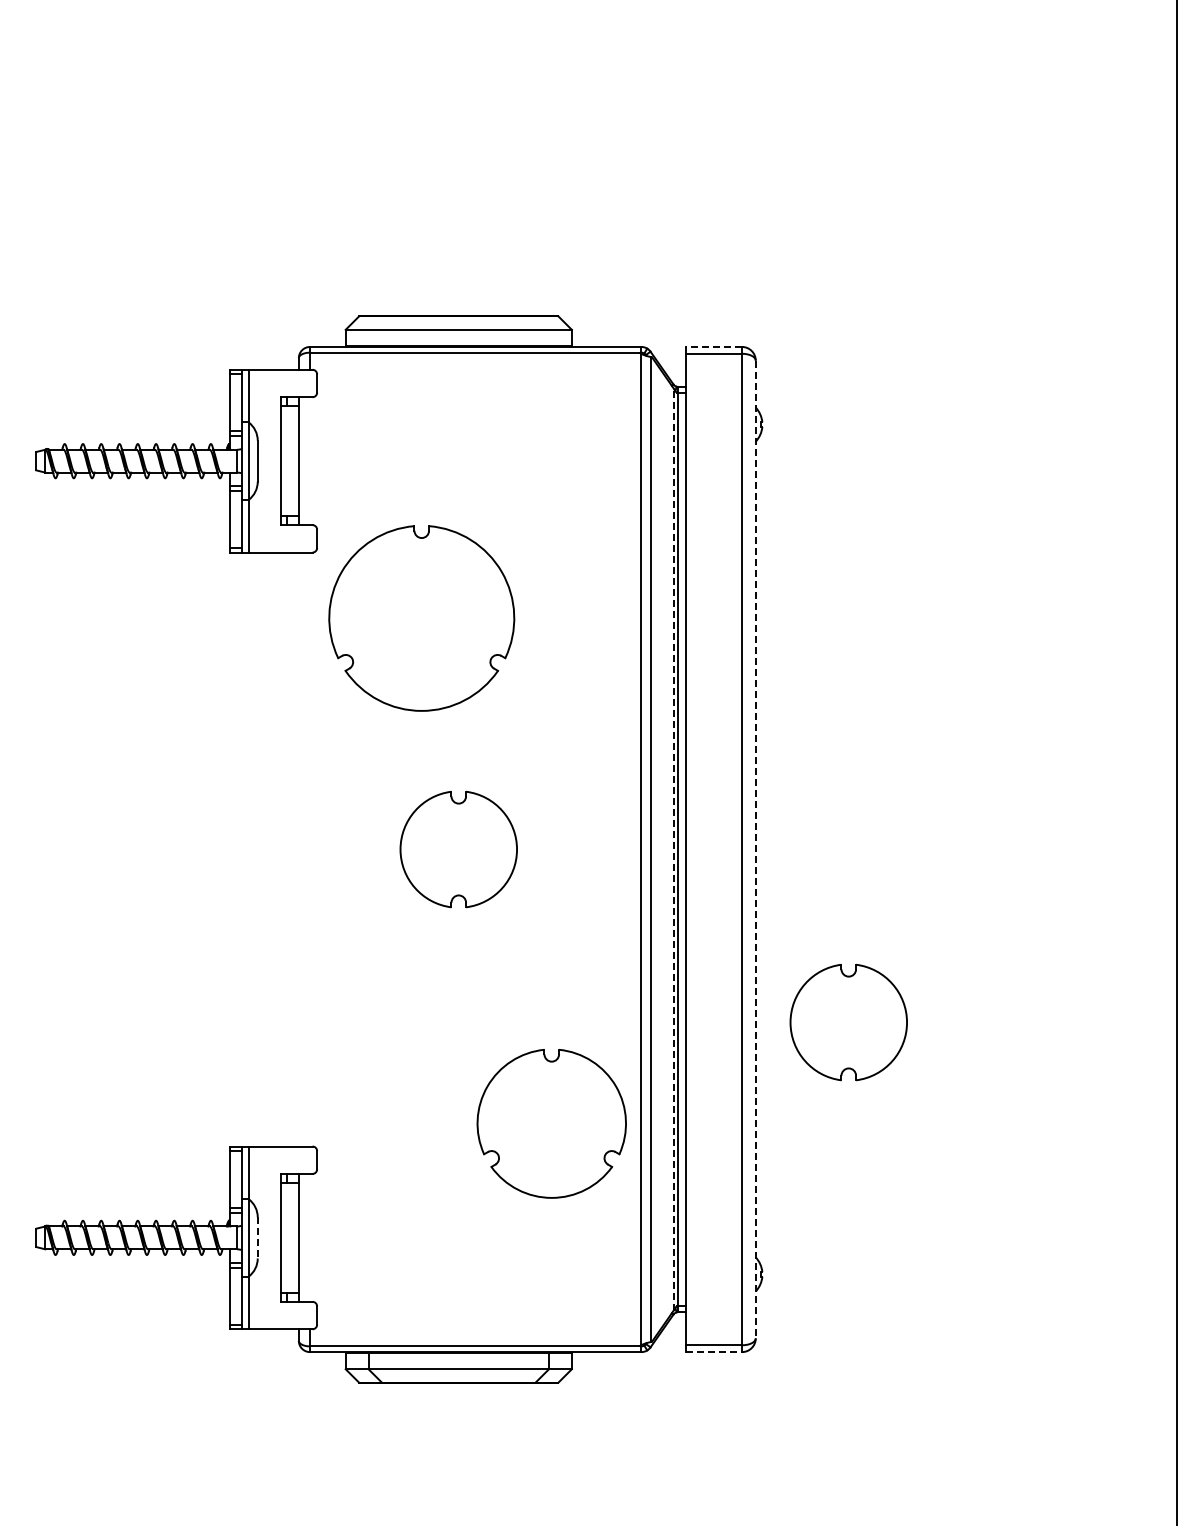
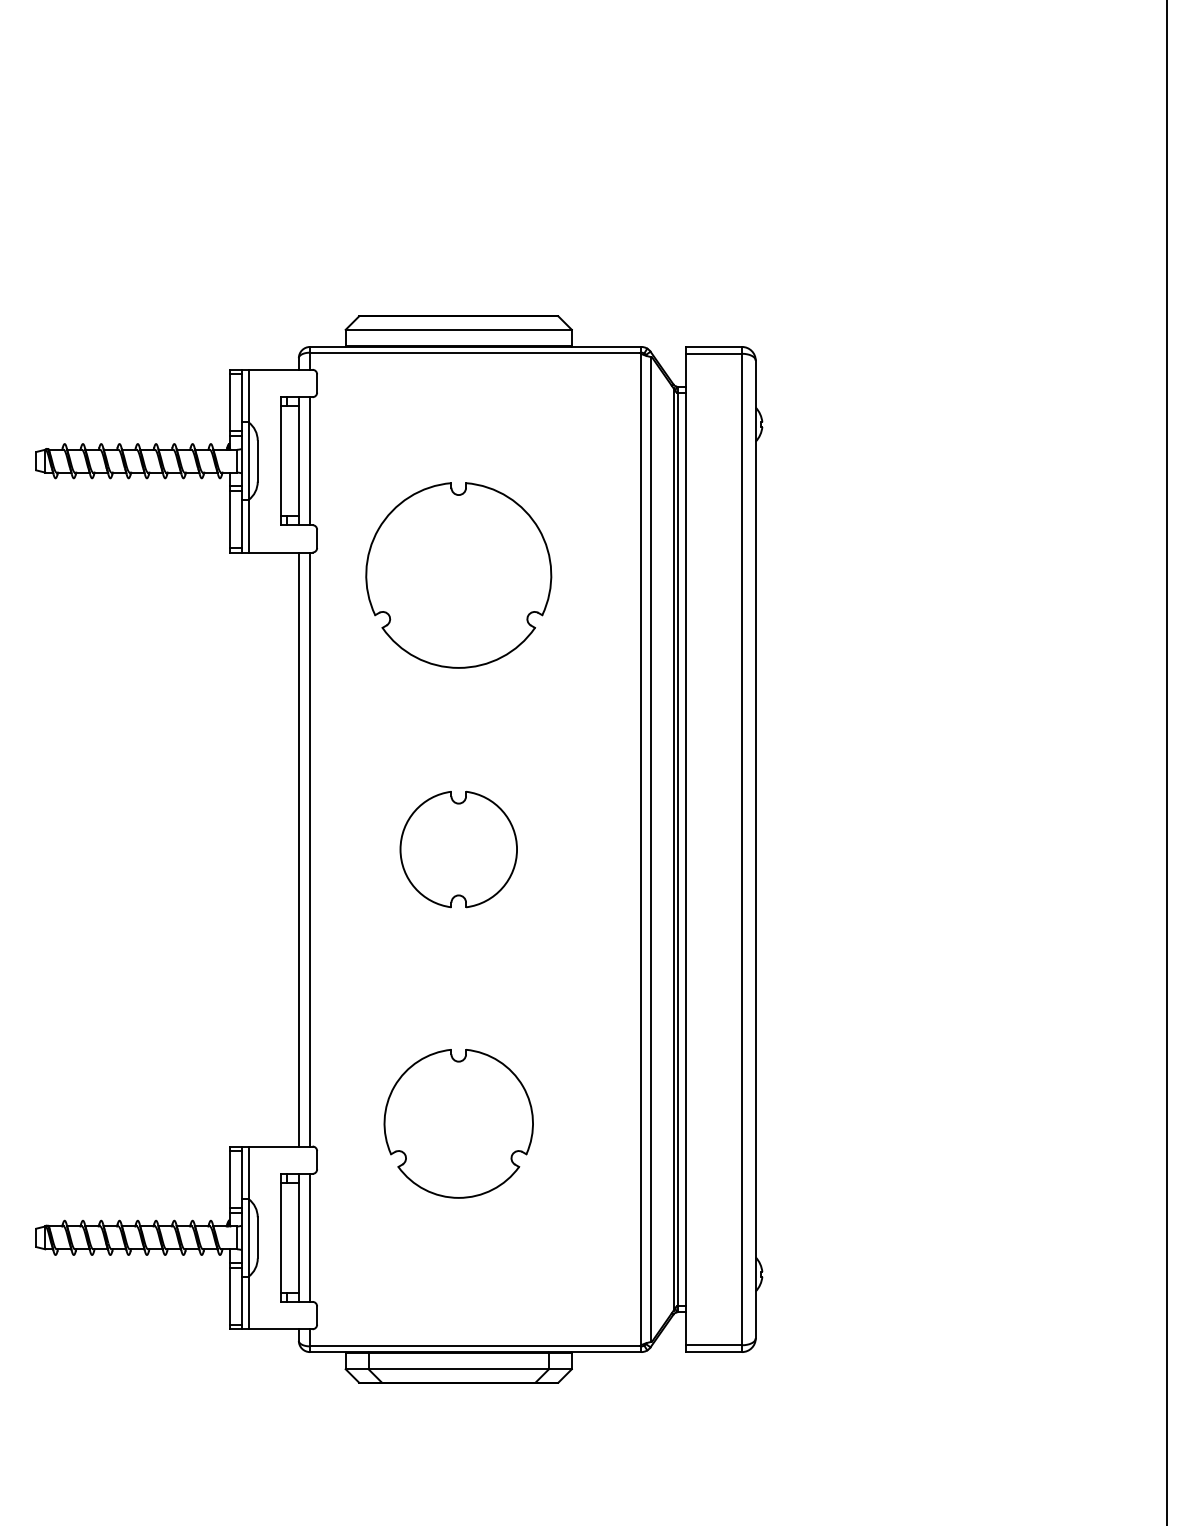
line at (713, 346): dashed -> solid
line at (310, 461): none -> present
part at (421, 618) position: (421, 618) -> (458, 575)
line at (1176, 762) position: (1176, 762) -> (1166, 762)
line at (298, 849): none -> present
line at (310, 849): none -> present
line at (673, 849): dashed -> solid
line at (755, 849): dashed -> solid
part at (848, 1022): present -> none
part at (551, 1123) position: (551, 1123) -> (458, 1123)
line at (257, 1237): dashed -> solid
line at (310, 1237): none -> present
line at (714, 1352): dashed -> solid
